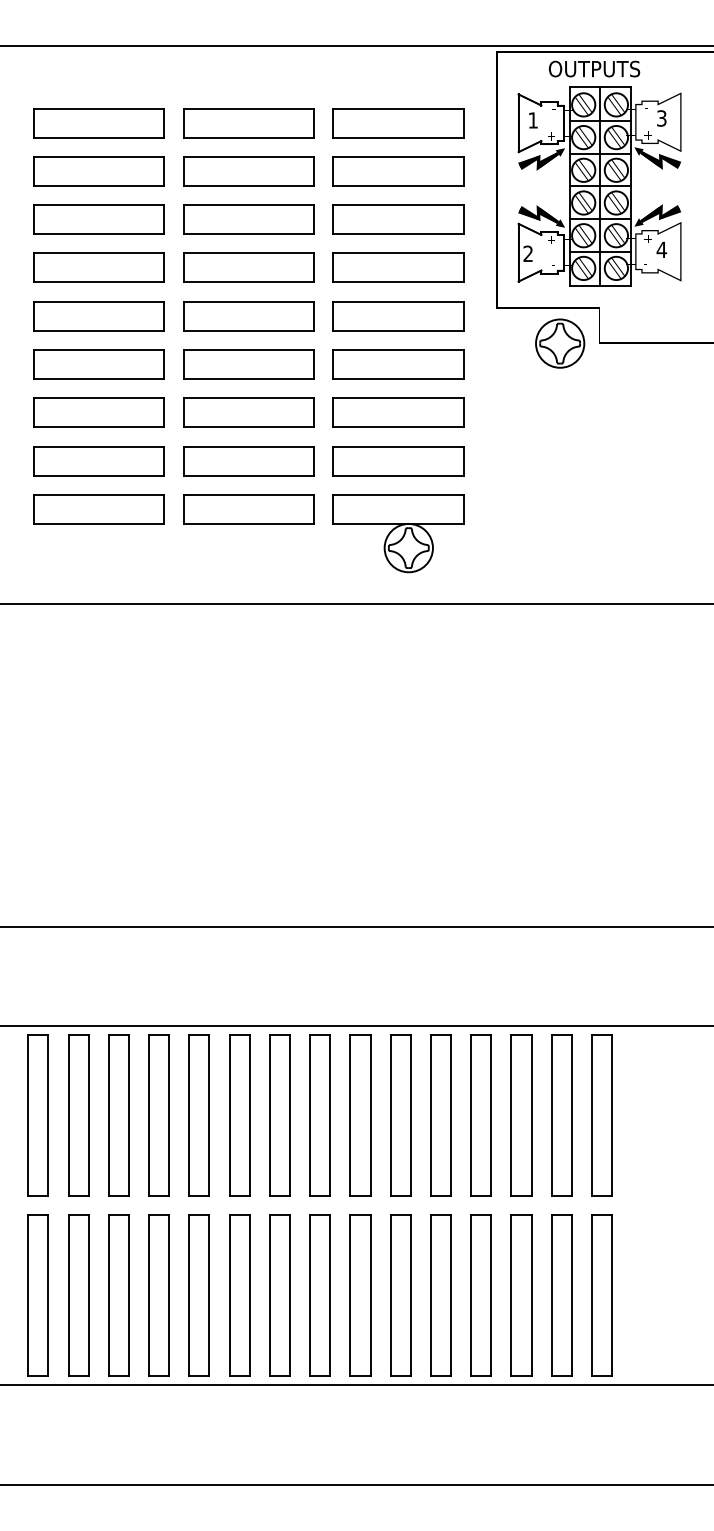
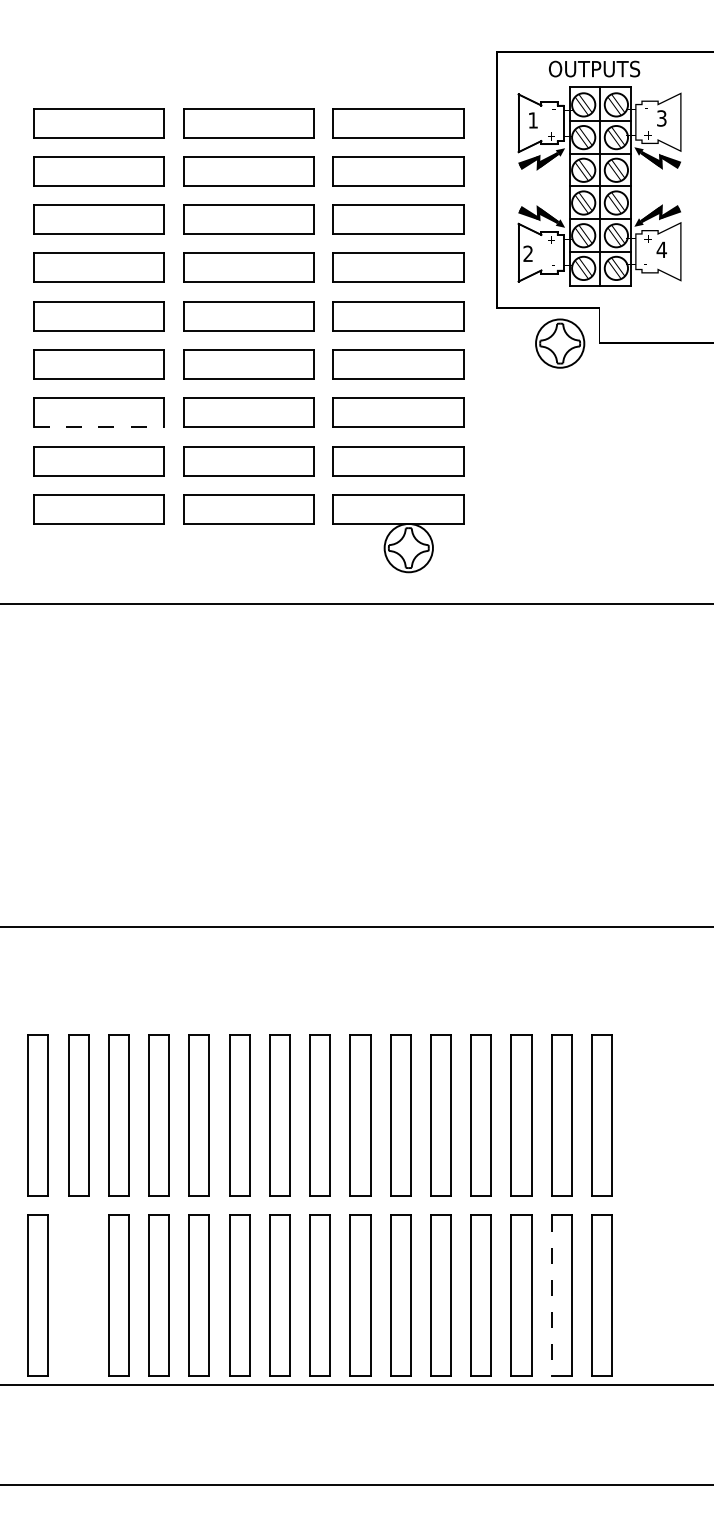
line at (356, 45): present -> none
line at (99, 427): solid -> dashed
line at (356, 1026): present -> none
part at (78, 1295): present -> none
line at (551, 1295): solid -> dashed
